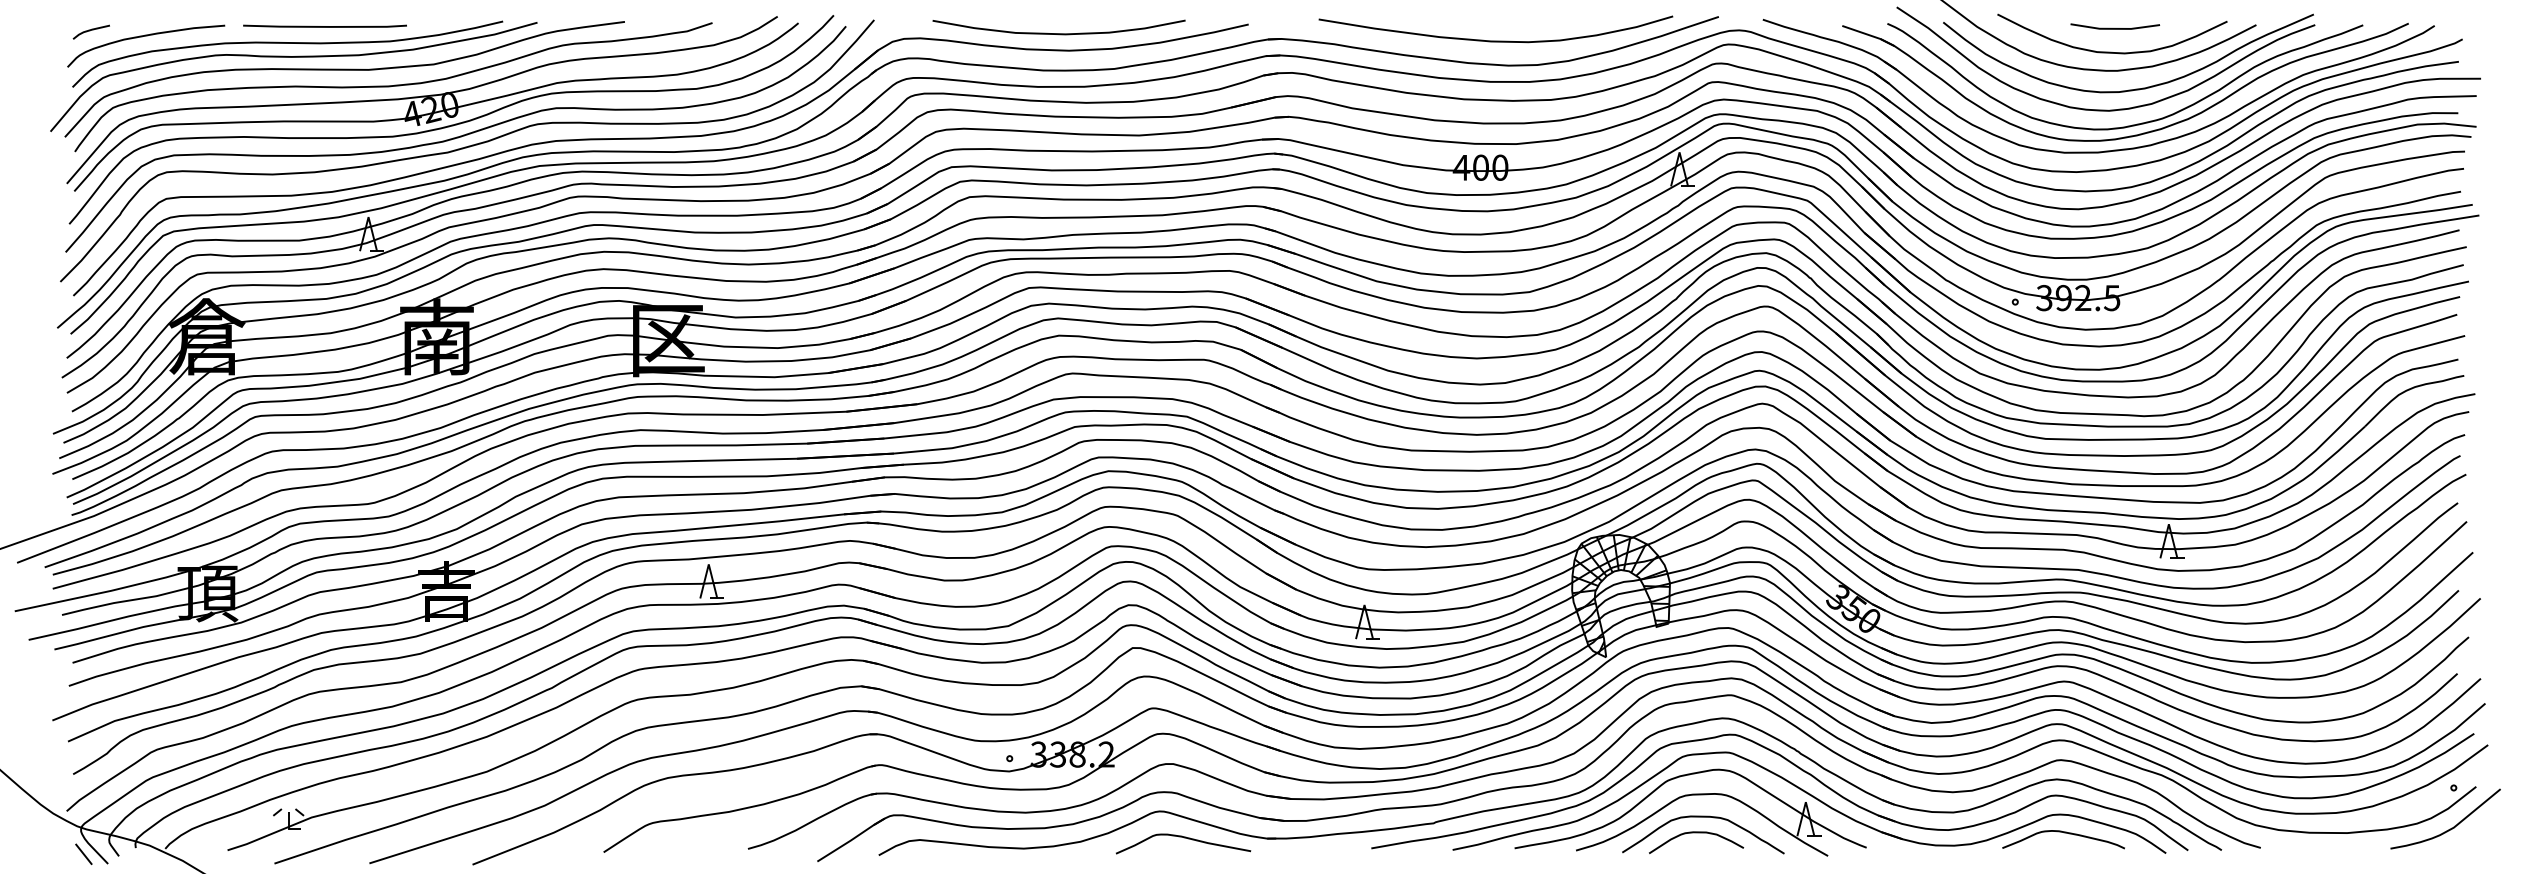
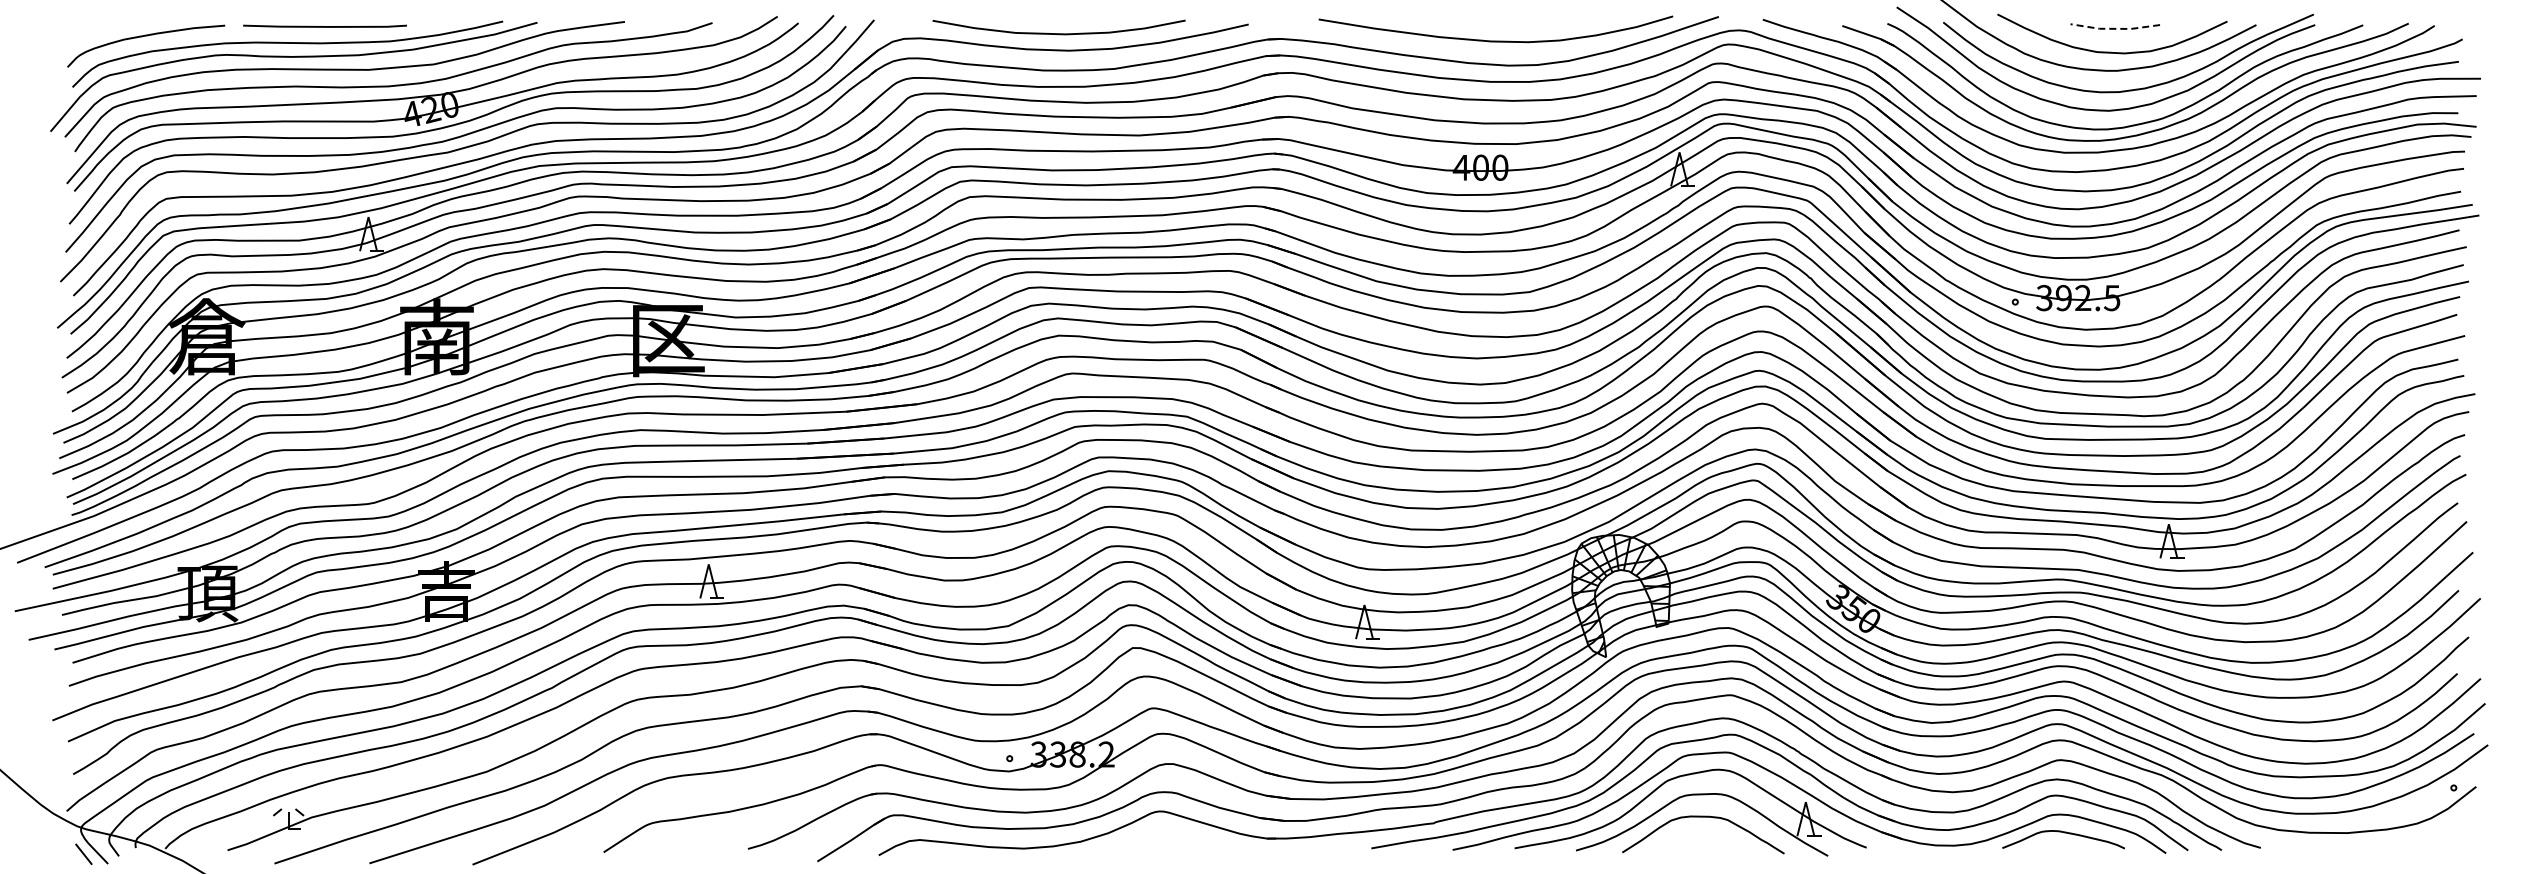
line at (2115, 28): solid -> dashed
line at (90, 31): present -> none
curve at (2451, 827): present -> none
curve at (1696, 833): present -> none
curve at (1184, 838): present -> none
